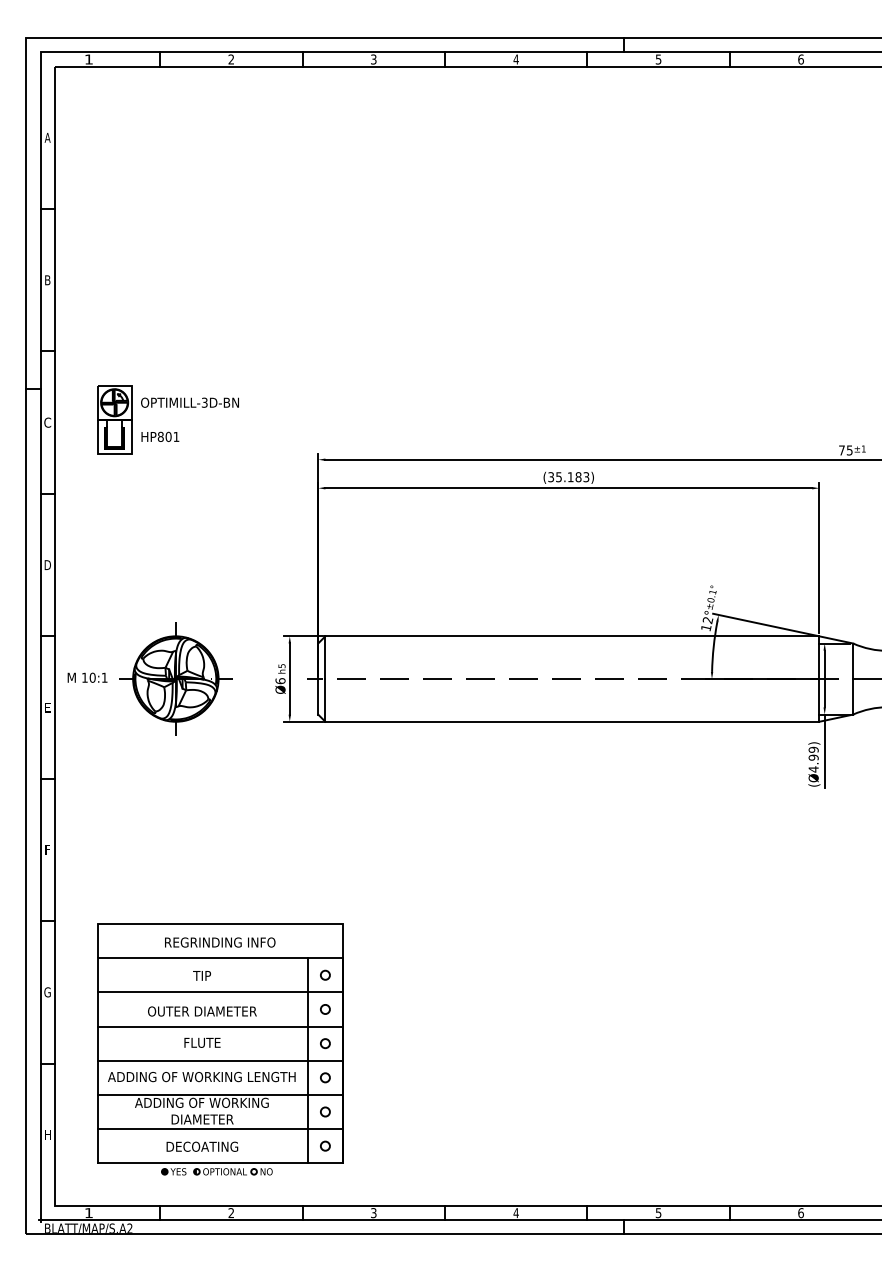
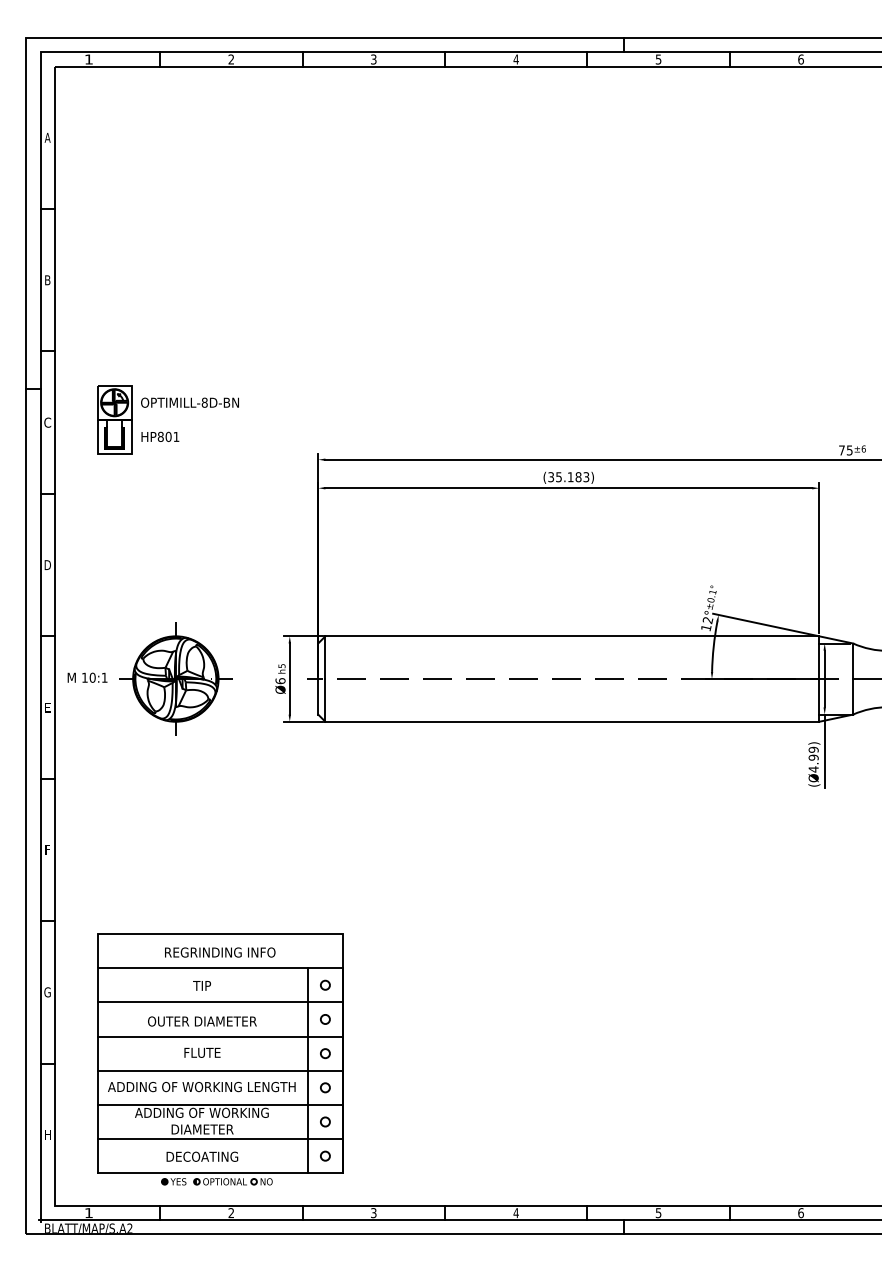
text at (204, 402): OPTIMILL-3D-BN -> OPTIMILL-8D-BN
text at (863, 448): ±1 -> ±6
part at (220, 1049) position: (220, 1049) -> (220, 1059)
